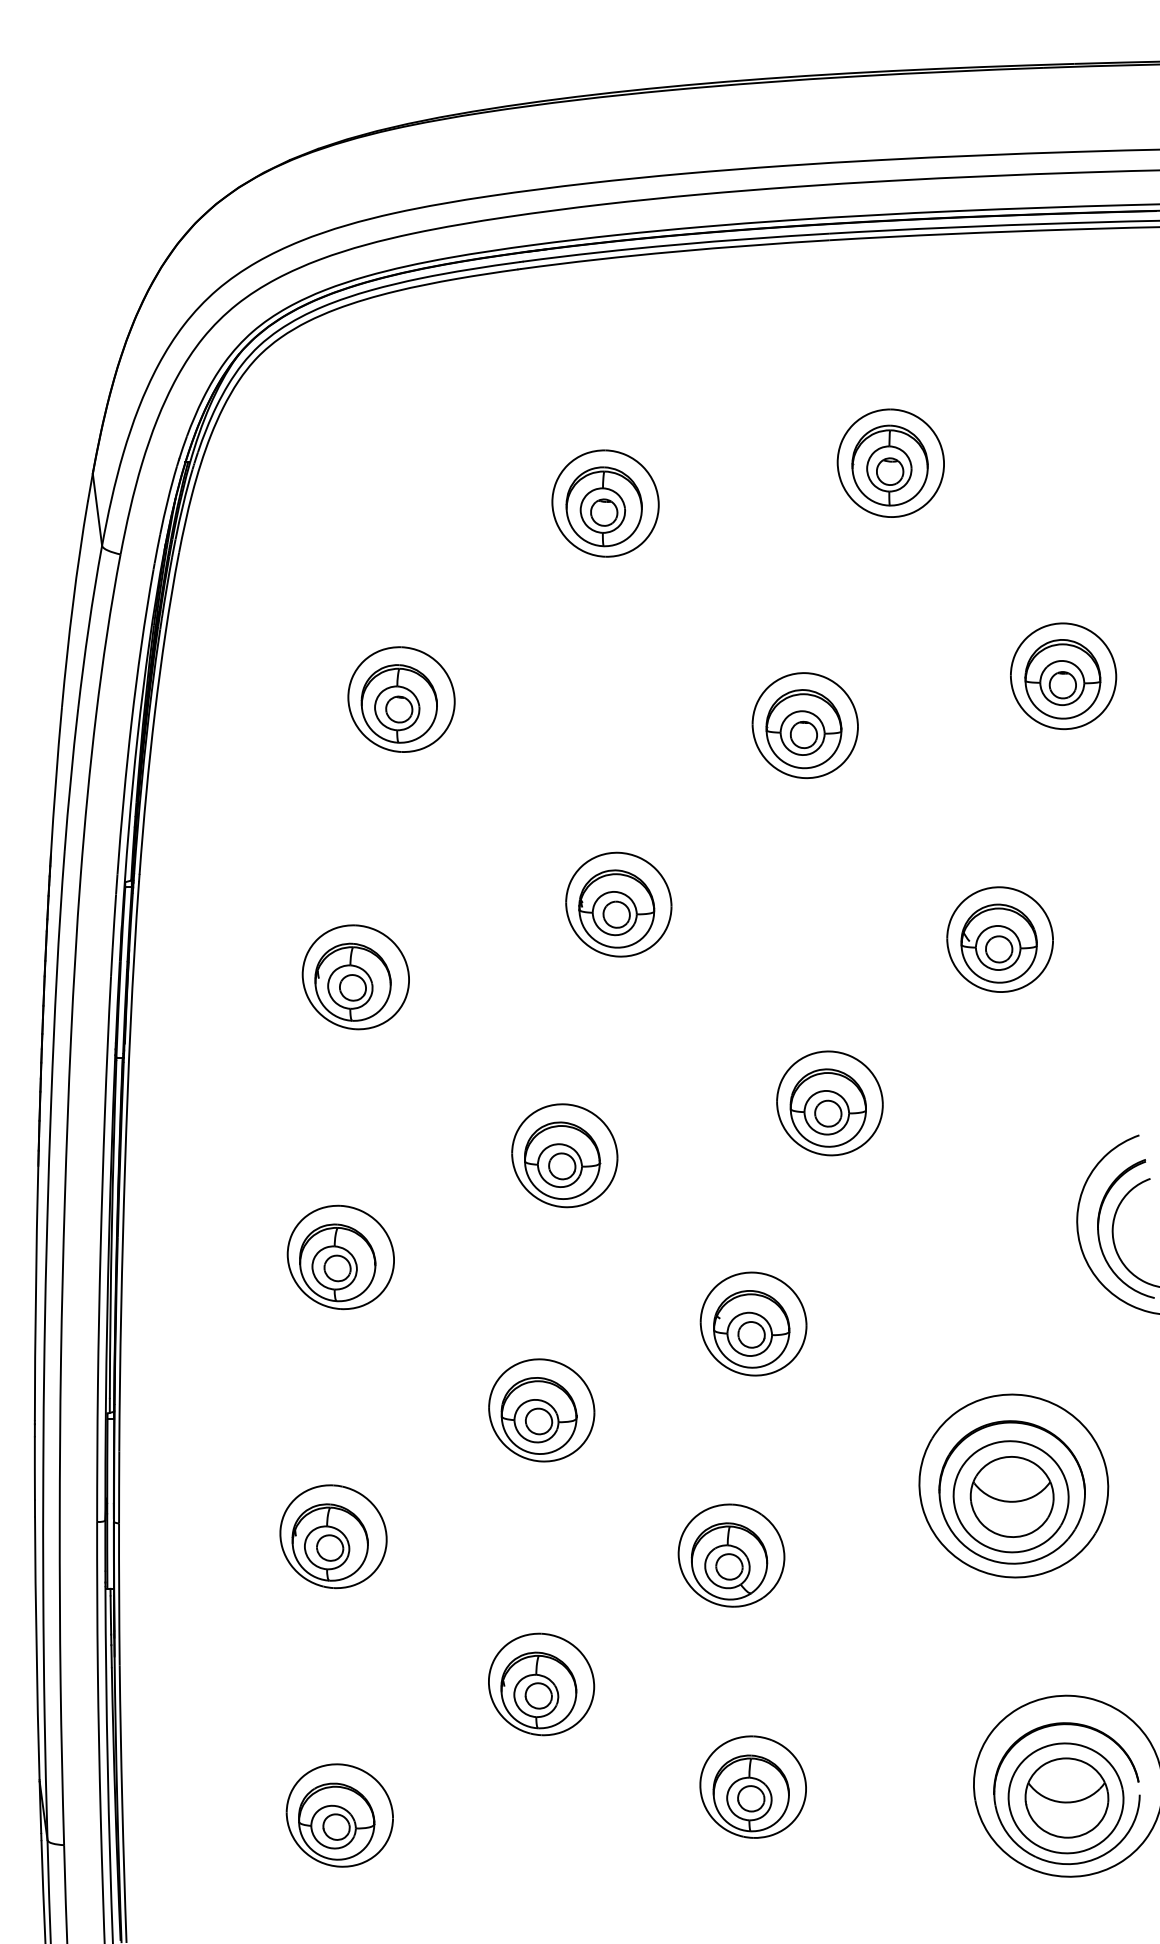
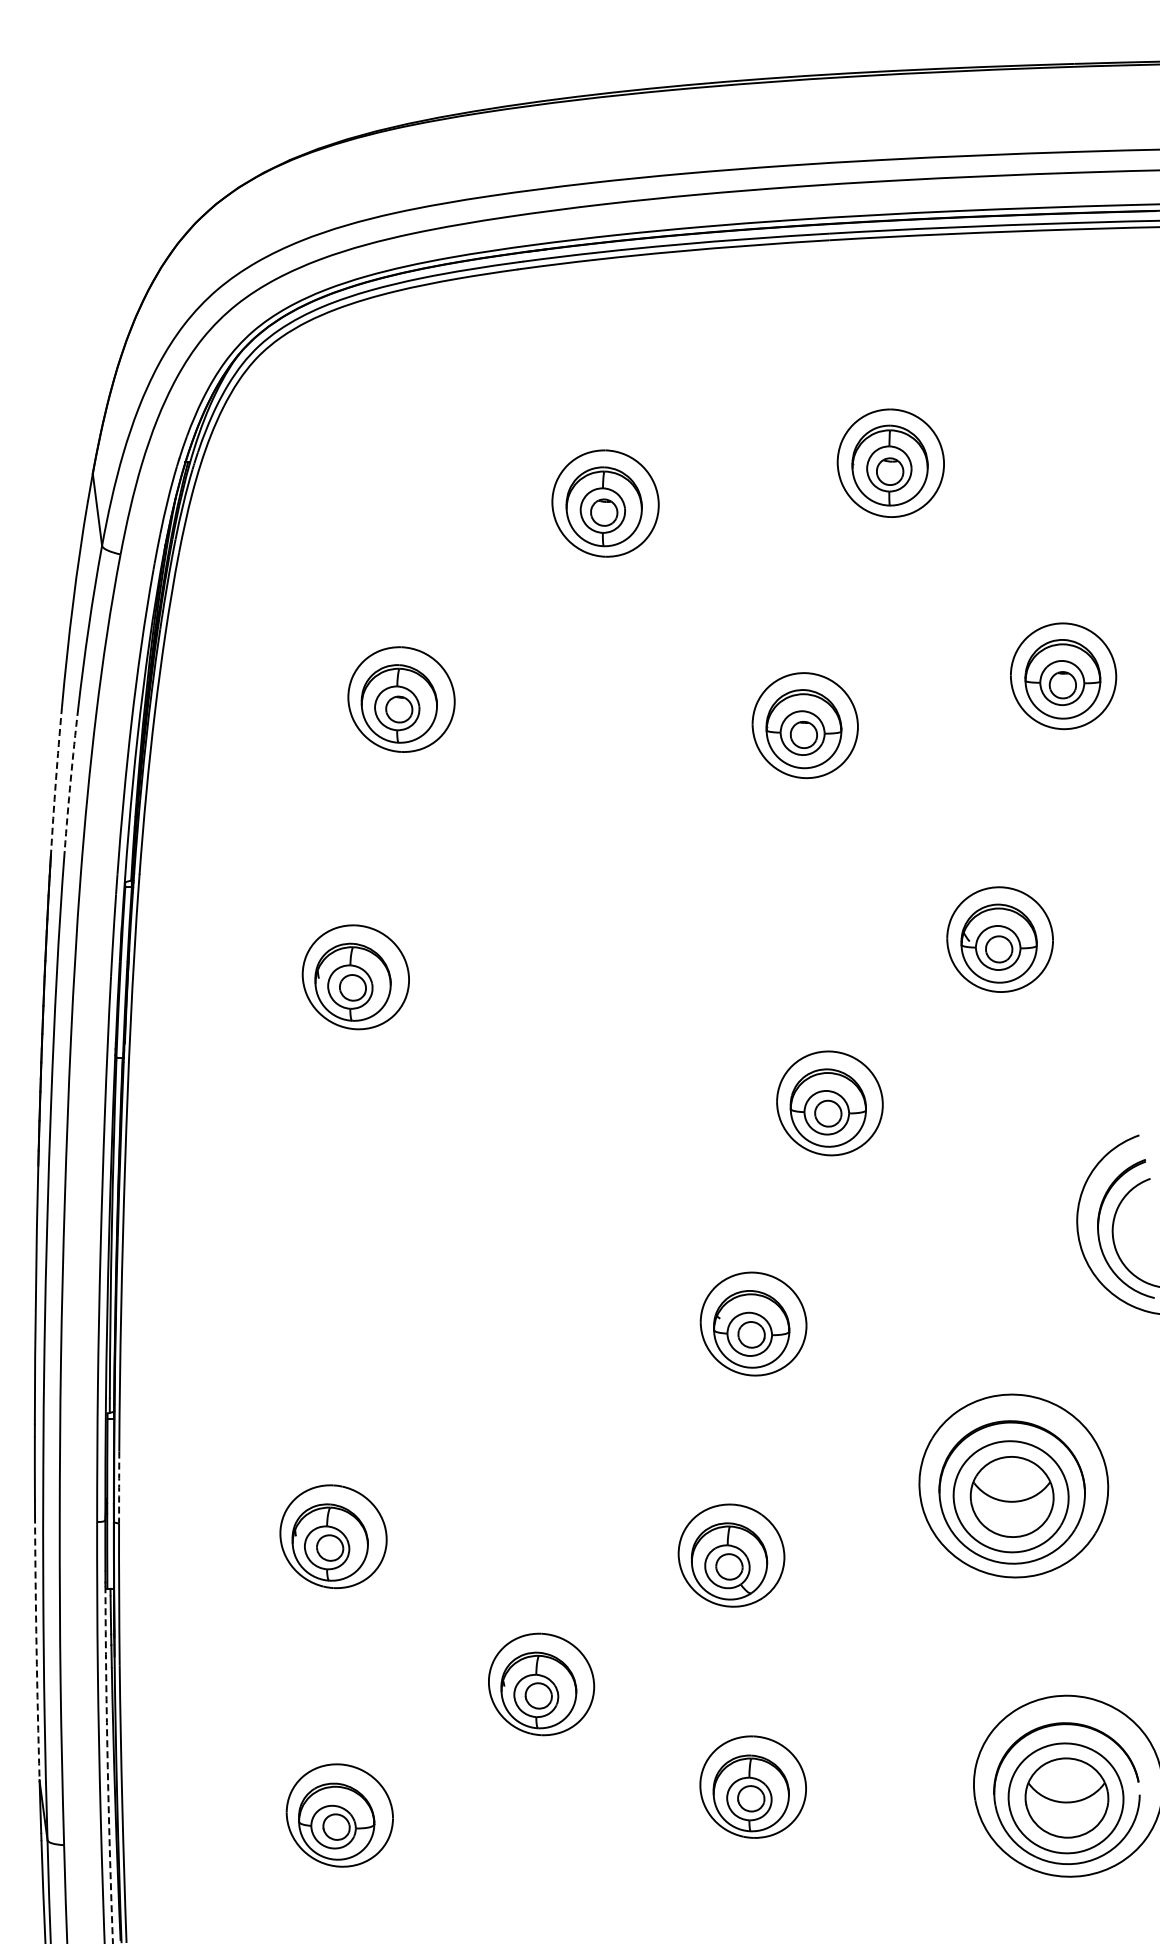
arc at (70, 779): solid -> dashed
arc at (55, 781): solid -> dashed
part at (618, 904): present -> none
part at (564, 1155): present -> none
part at (340, 1257): present -> none
part at (541, 1410): present -> none
arc at (119, 1487): solid -> dashed
arc at (36, 1648): solid -> dashed
arc at (107, 1765): solid -> dashed
